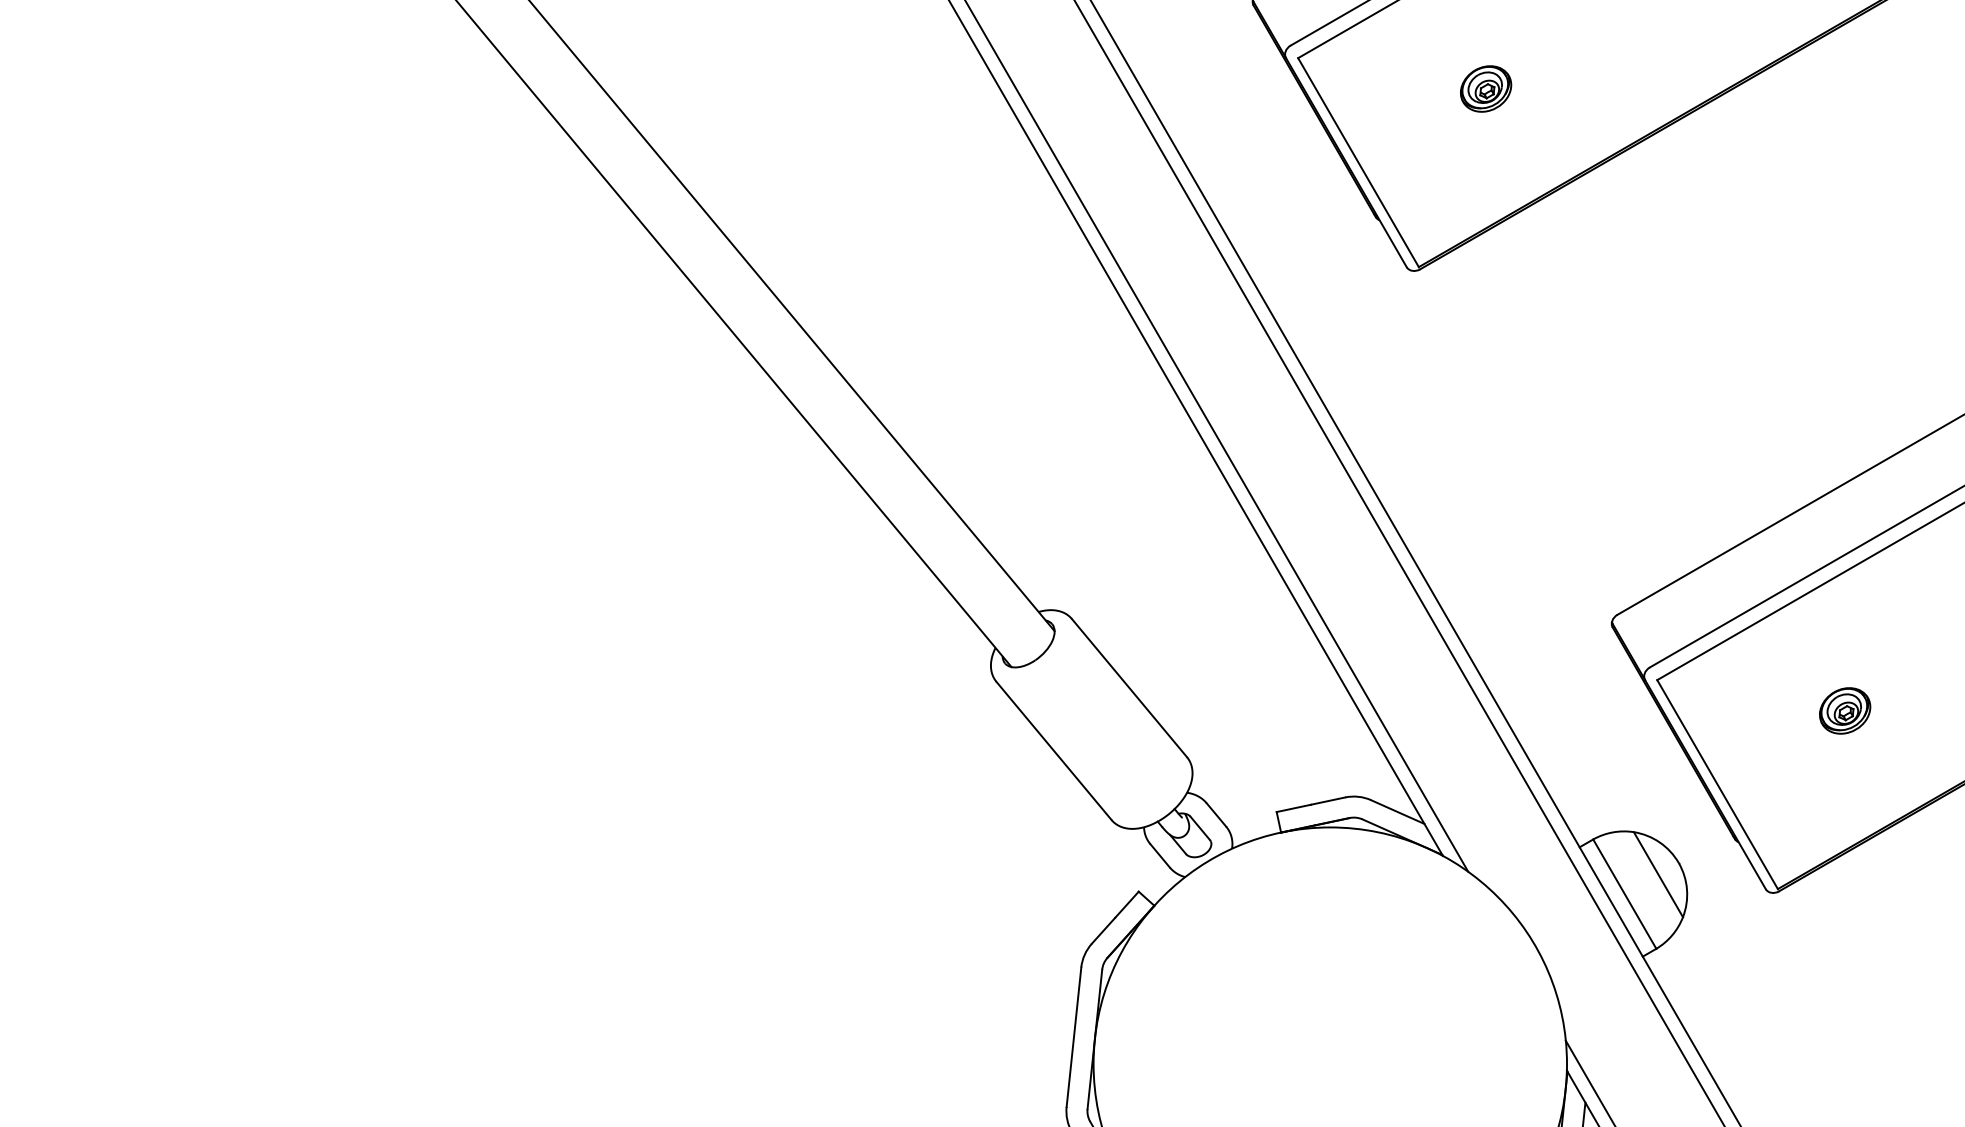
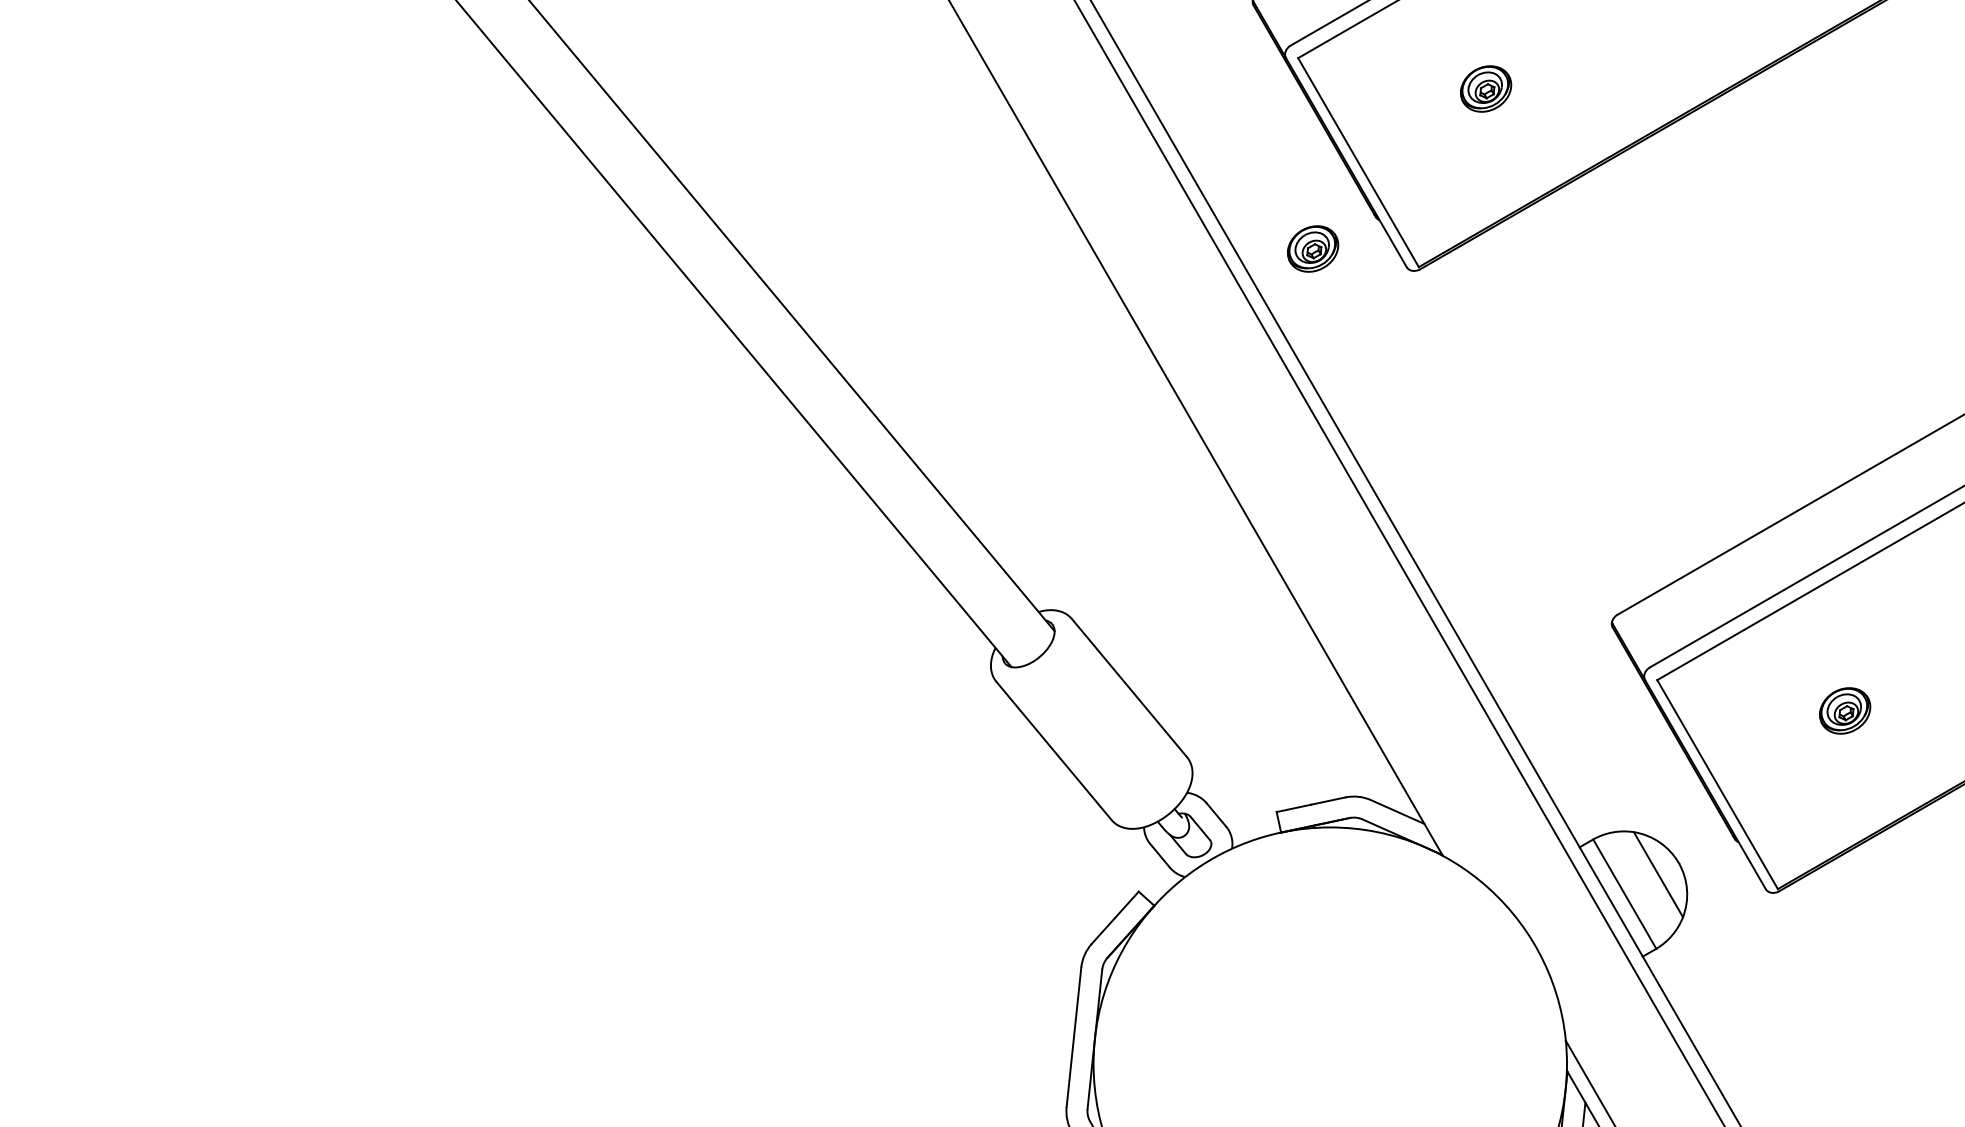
part at (1313, 248): none -> present
line at (1217, 436): present -> none
